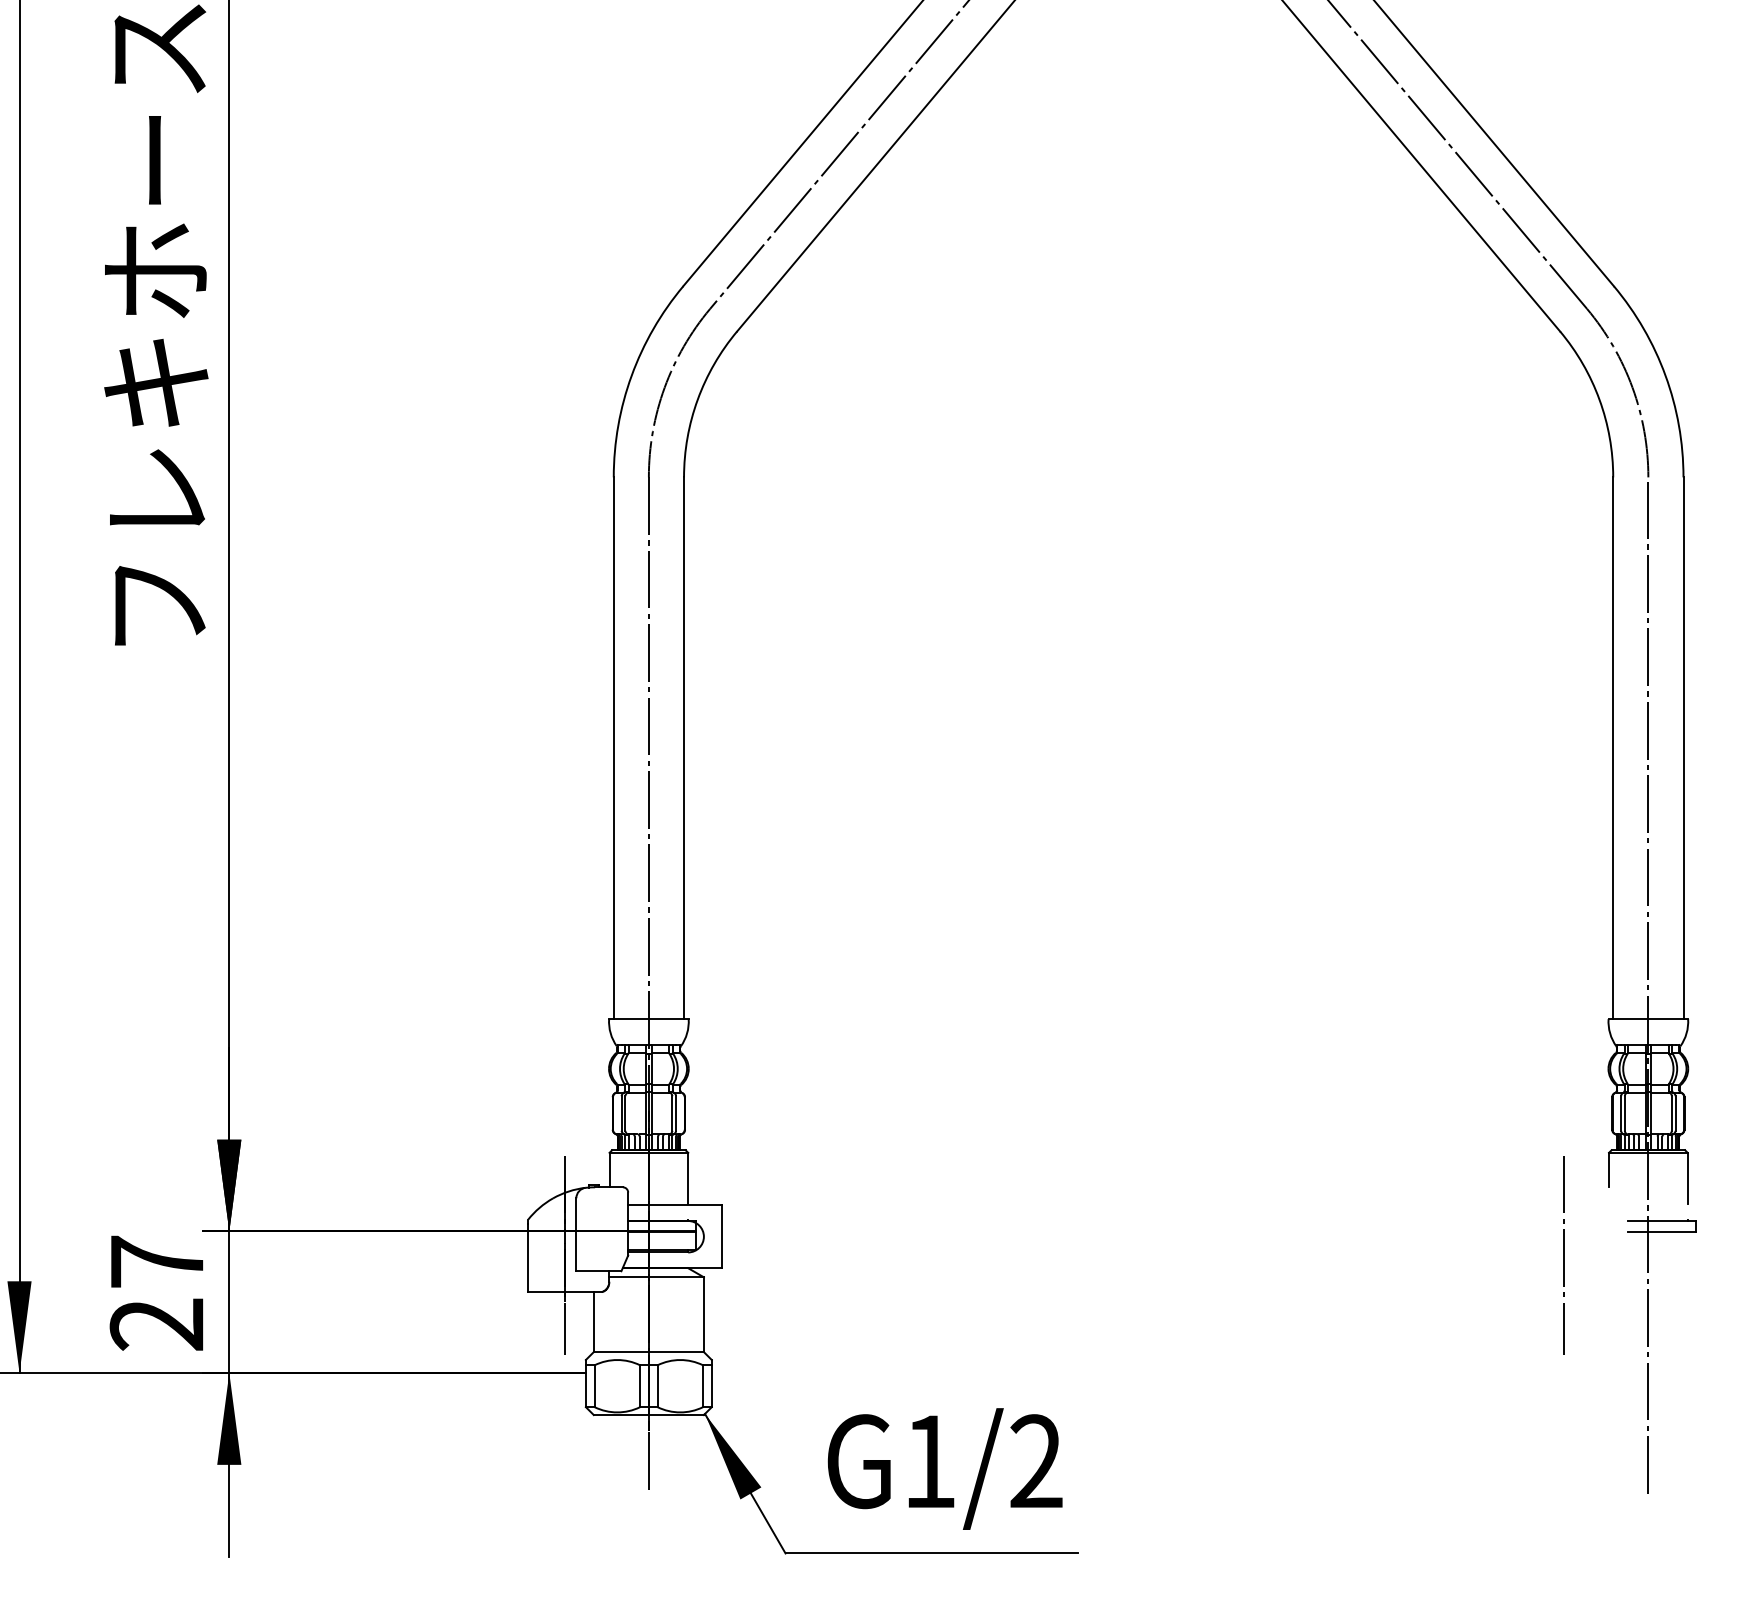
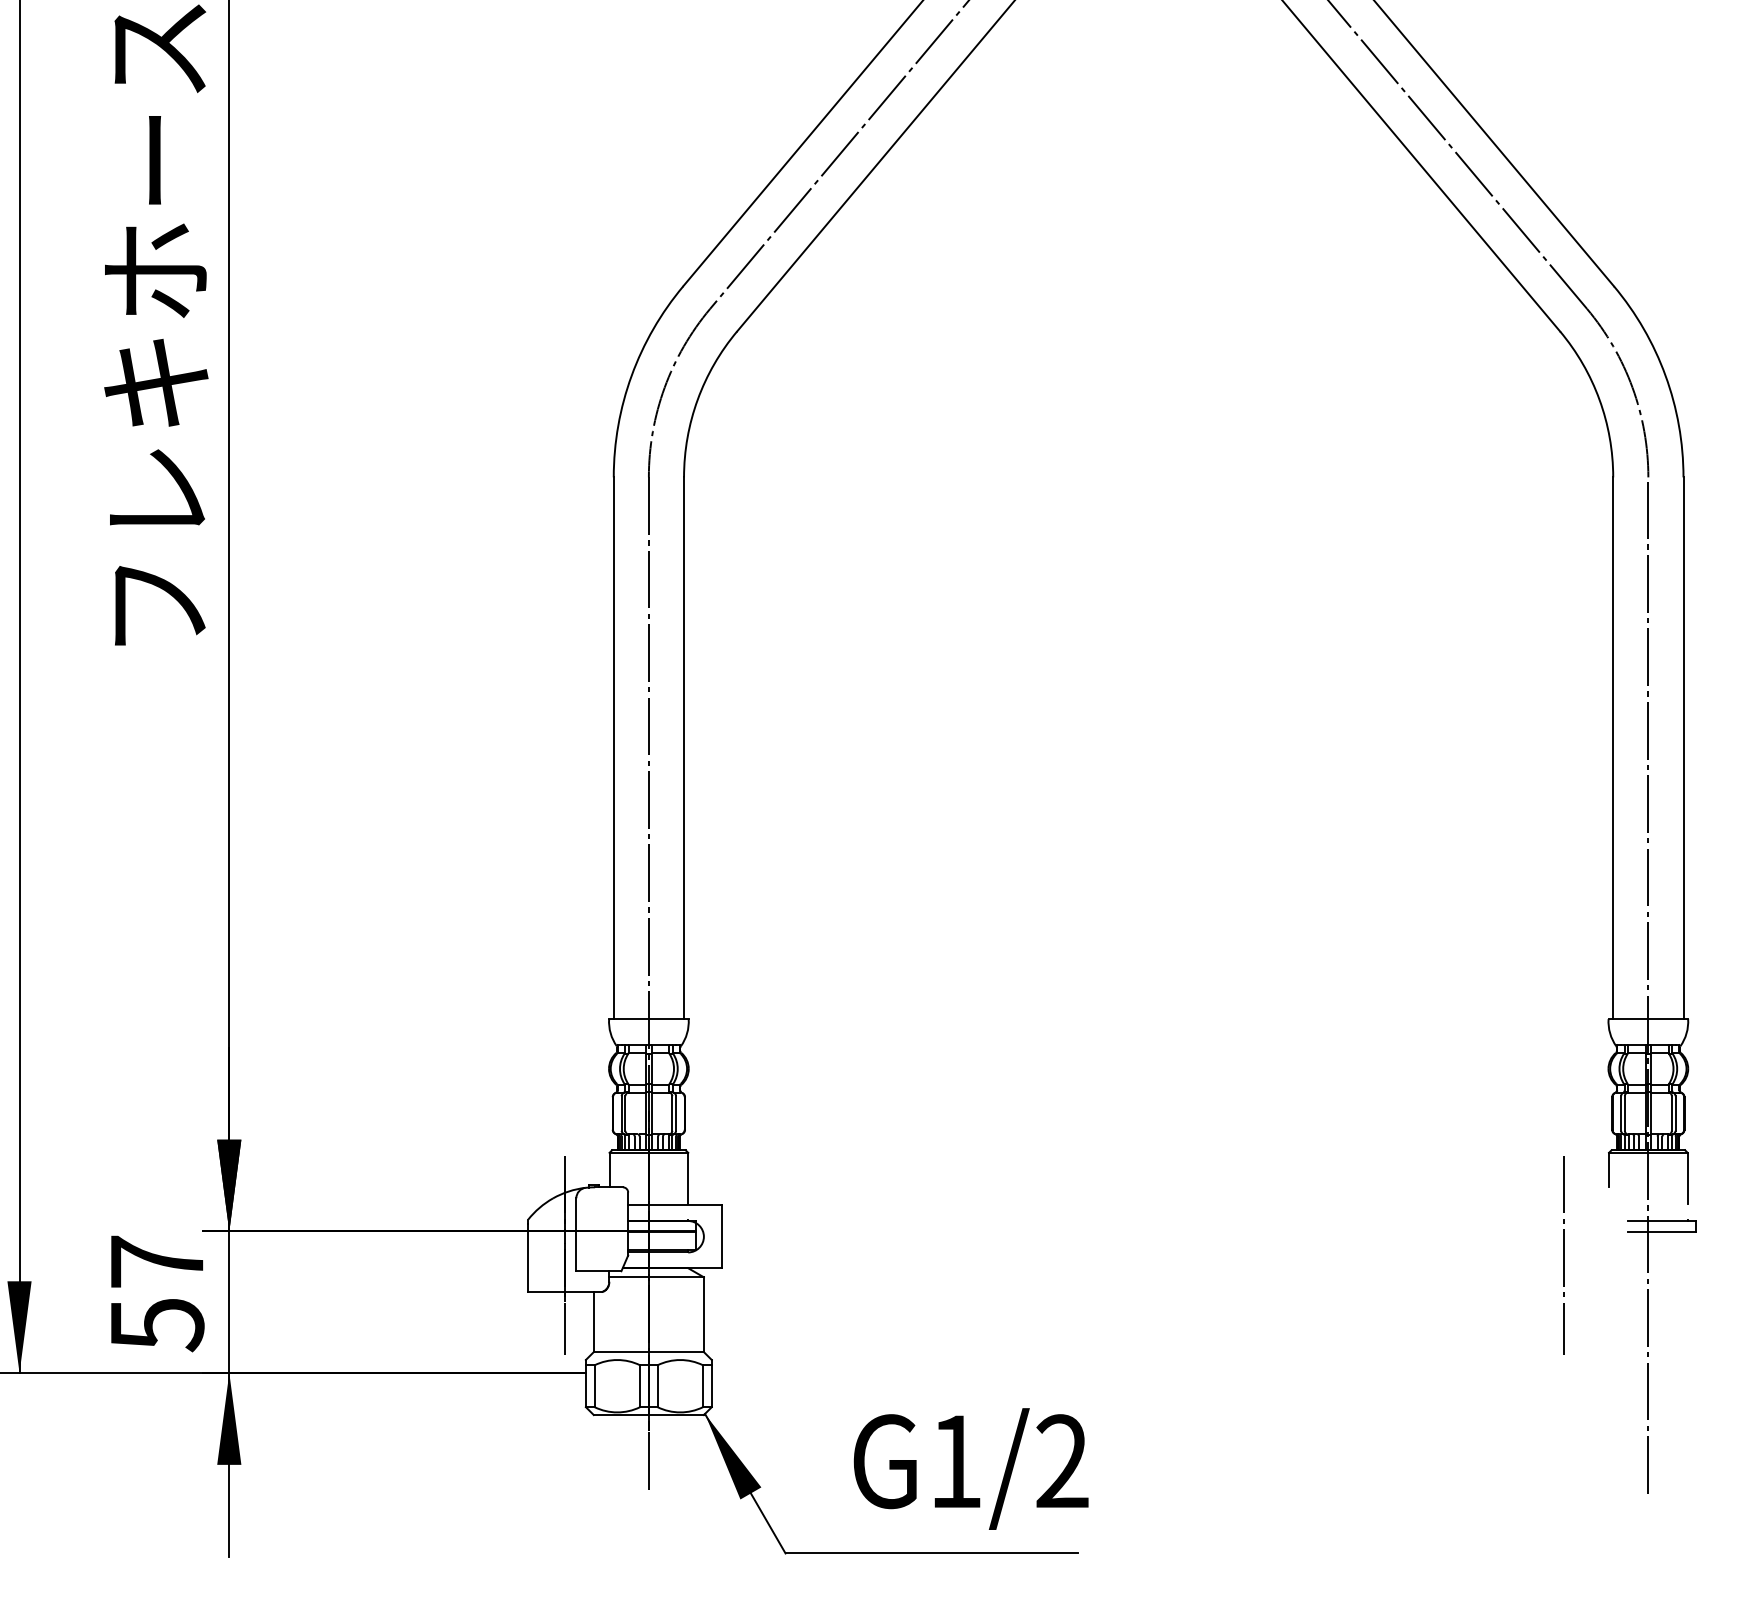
text at (156, 1325): 27 -> 57
text at (944, 1468) position: (944, 1468) -> (970, 1468)
